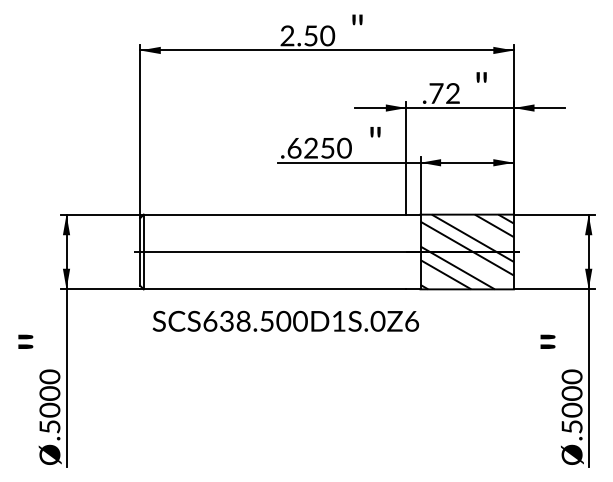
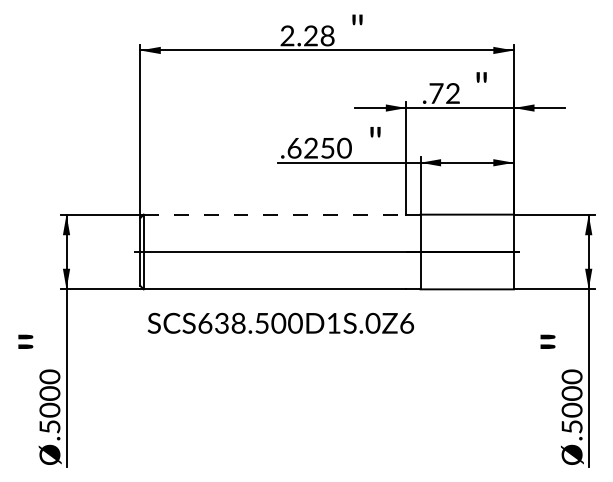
text at (319, 35): 2.50 -> 2.28
line at (275, 214): solid -> dashed
hatch at (466, 251): present -> none
text at (285, 320) position: (285, 320) -> (280, 322)
